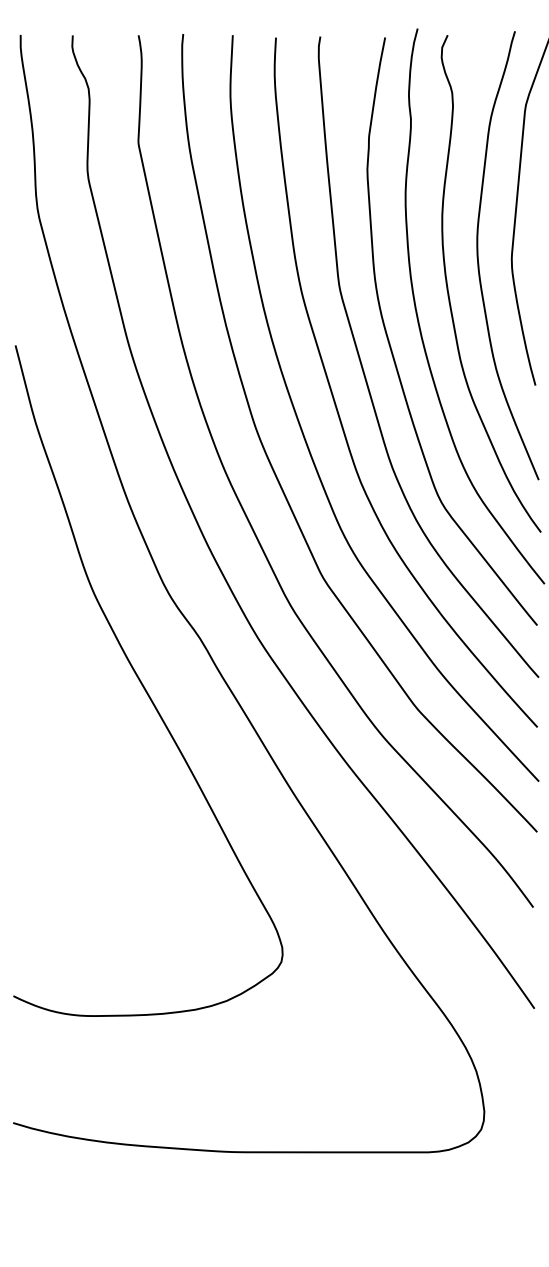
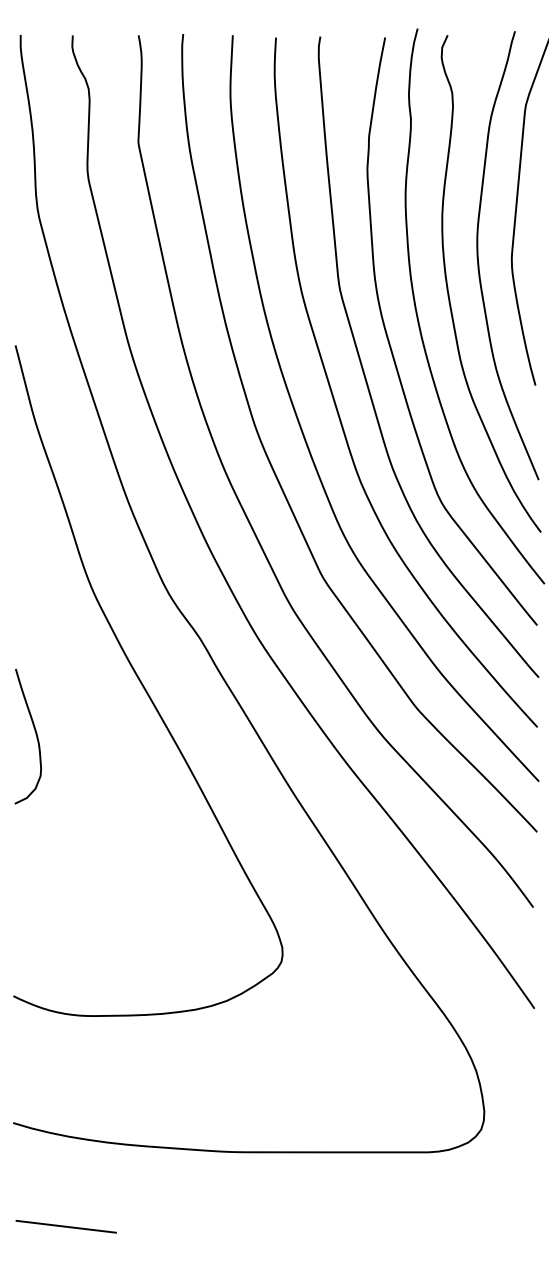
curve at (35, 734): none -> present
line at (65, 1226): none -> present
